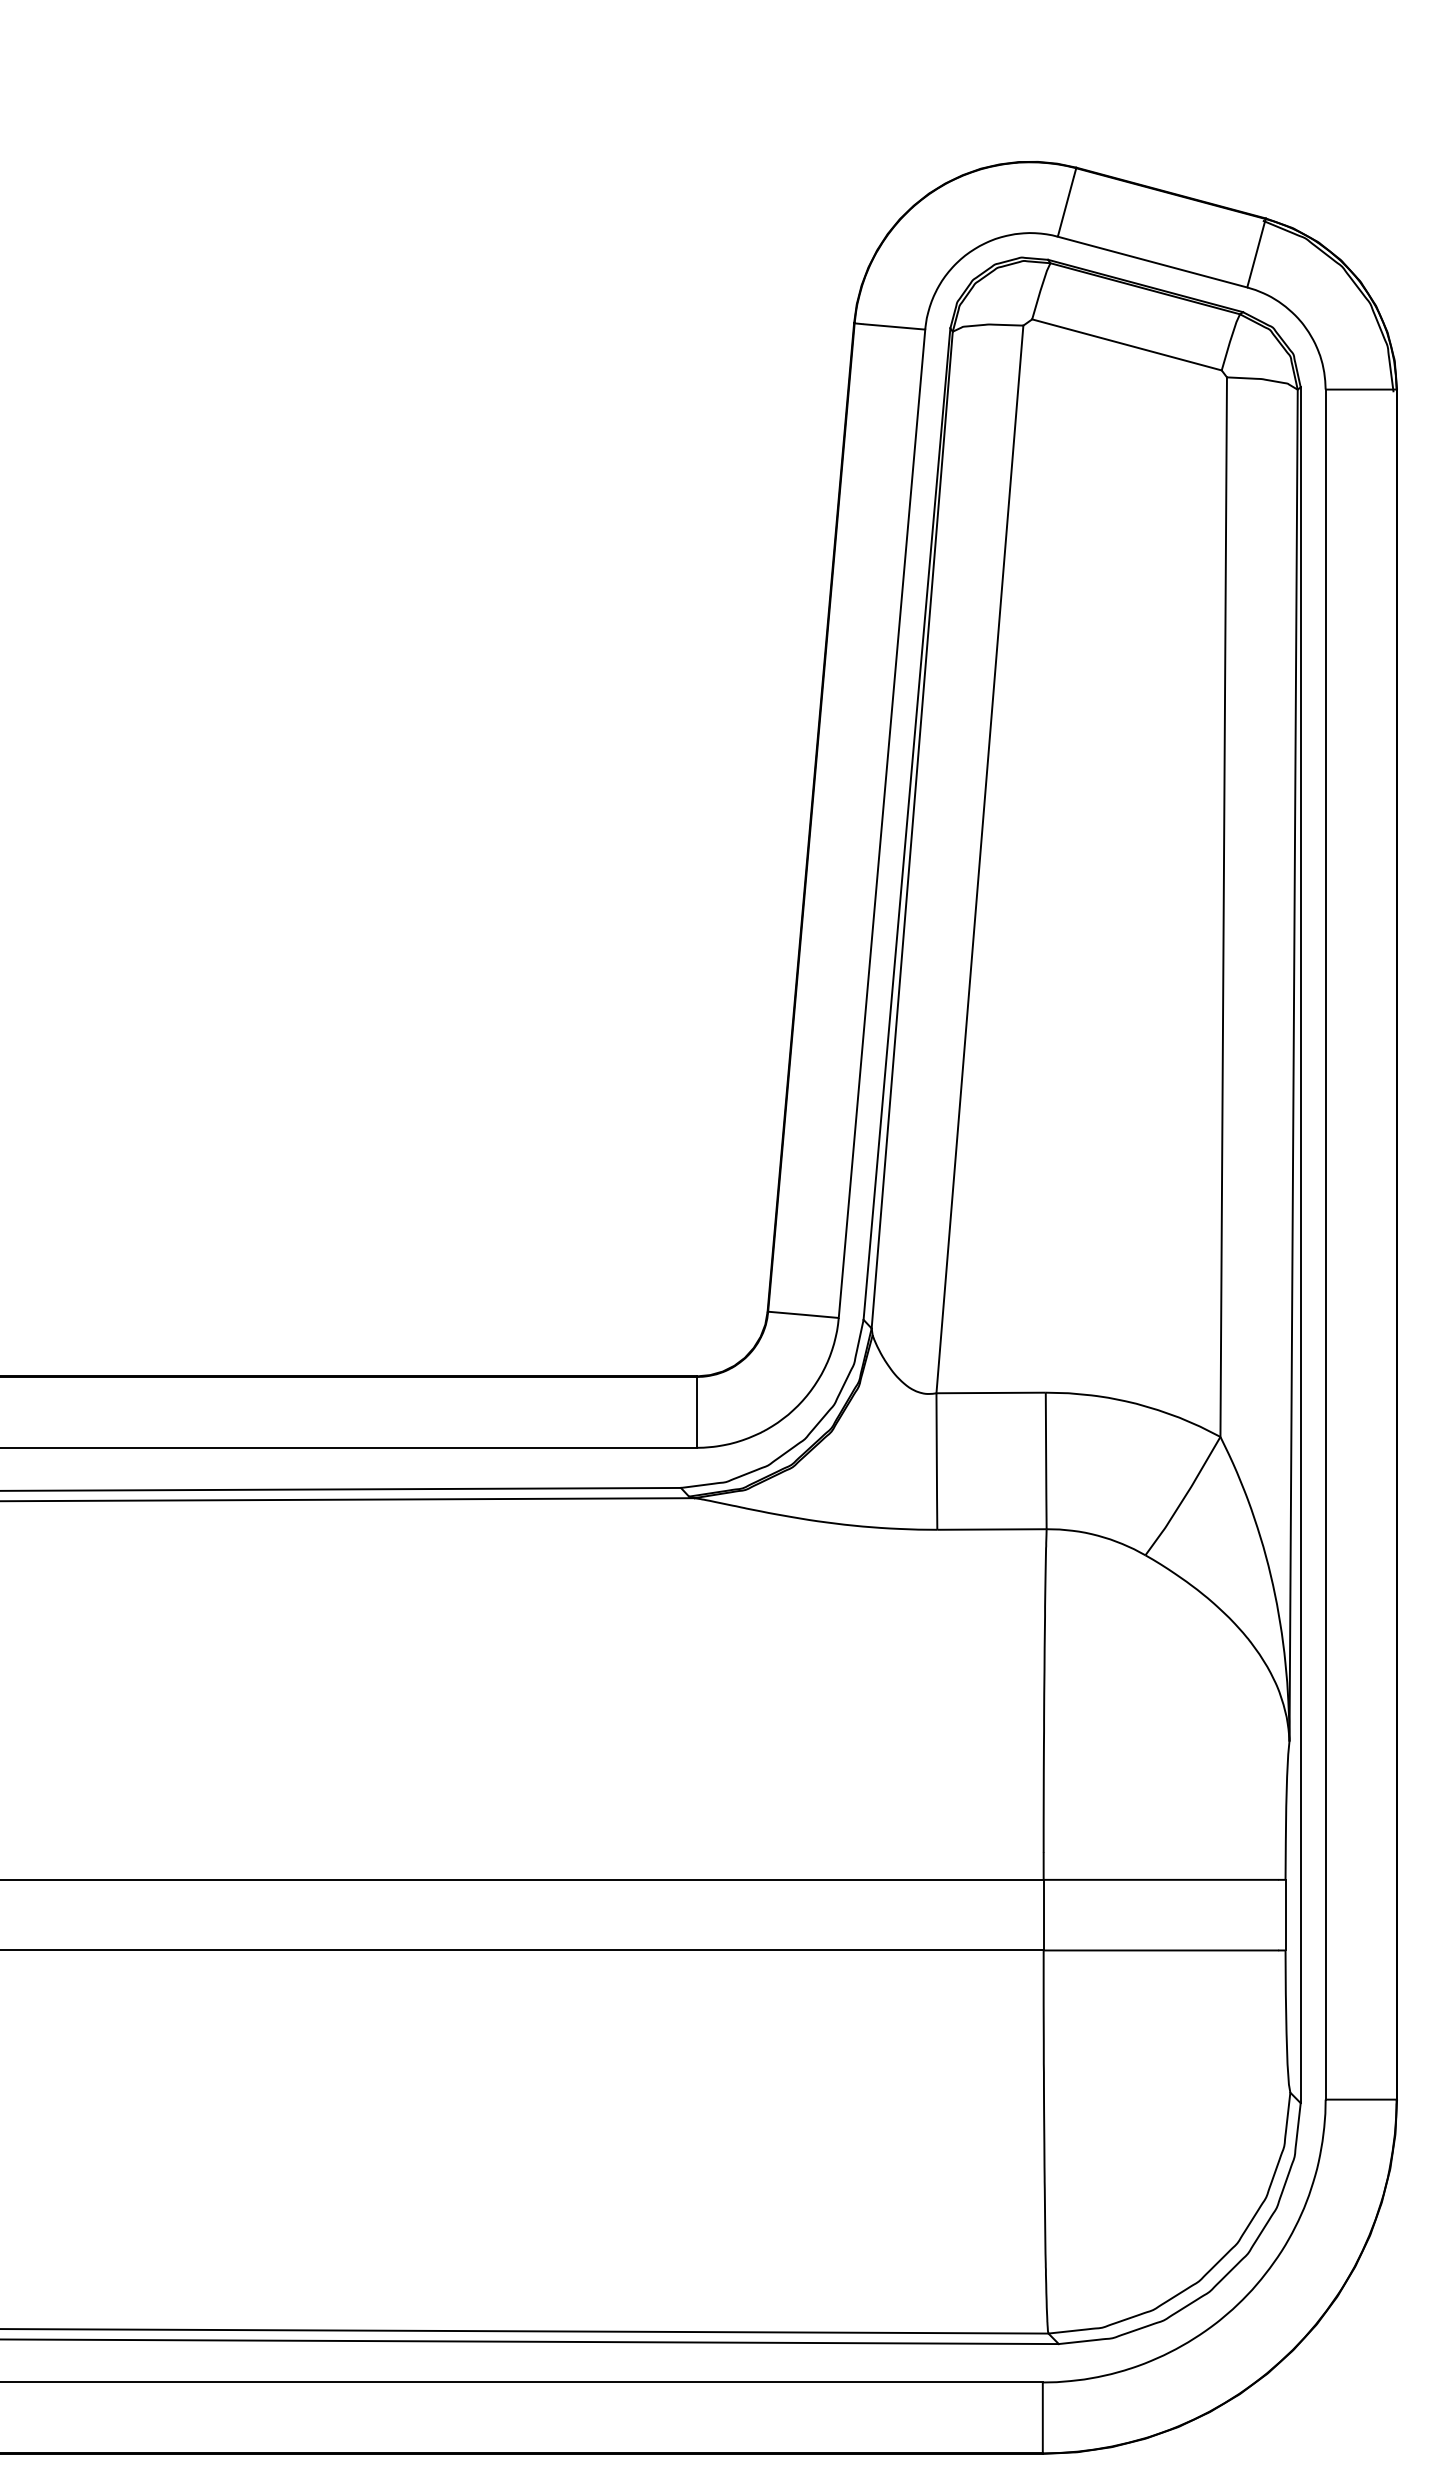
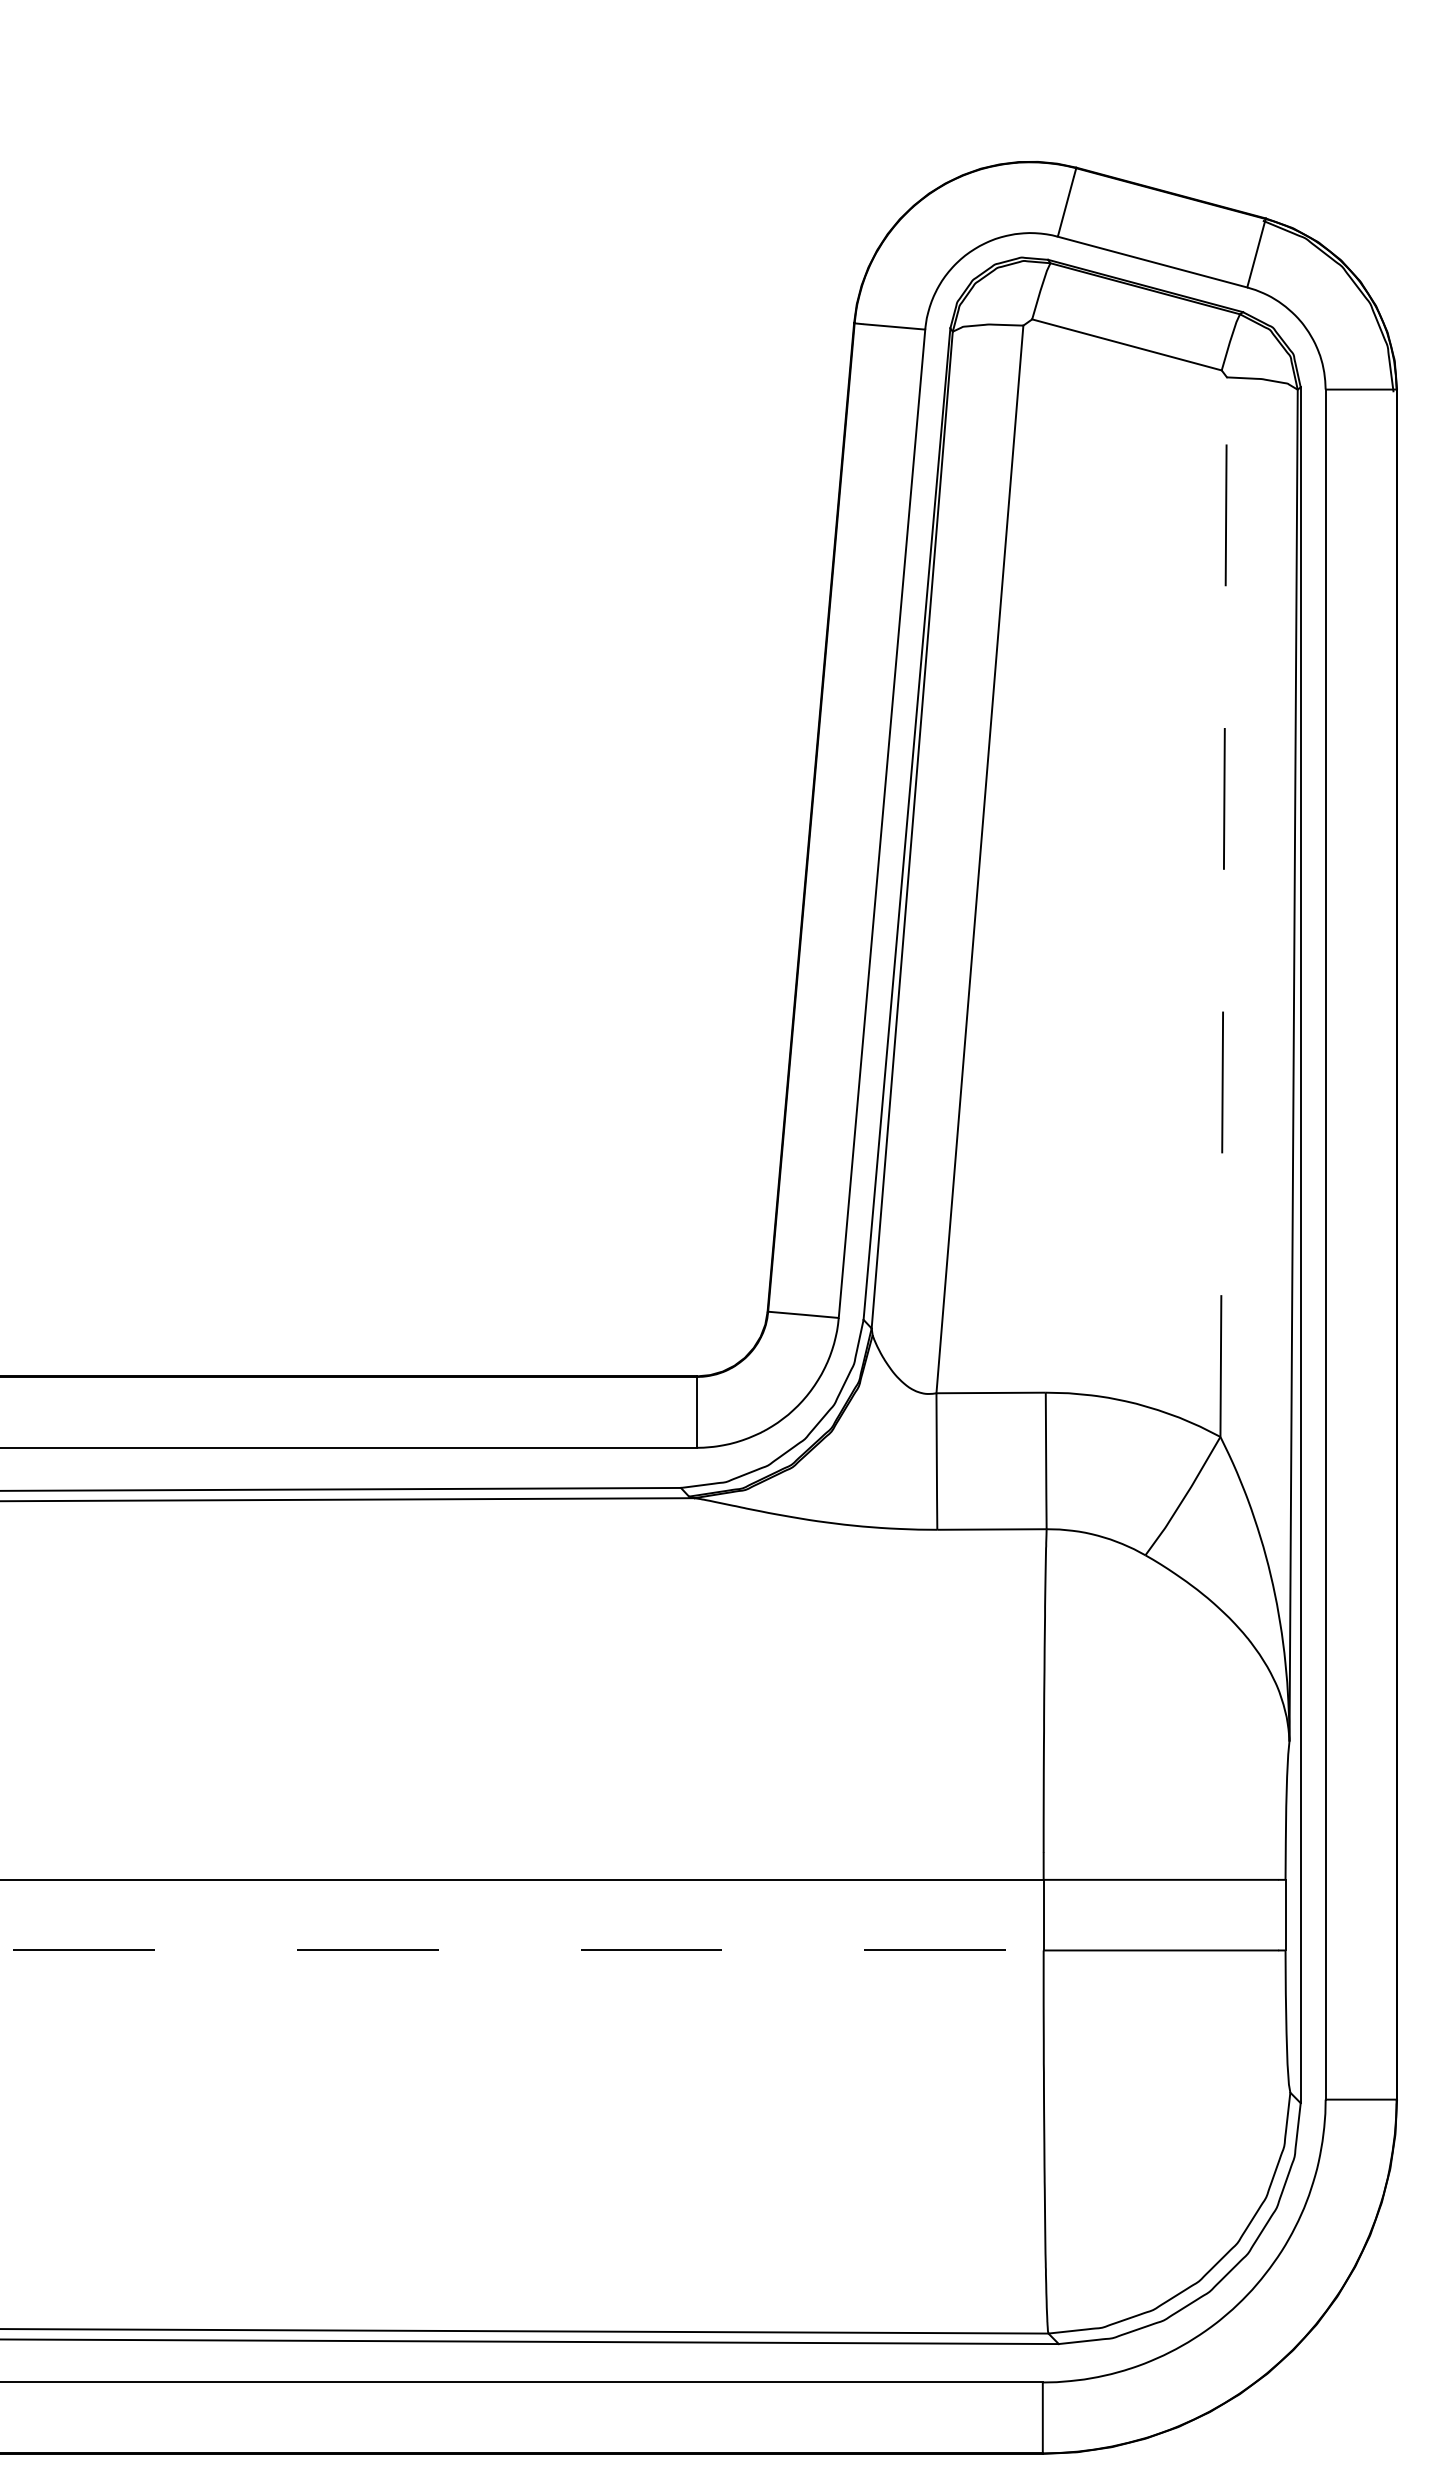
line at (1223, 907): solid -> dashed
line at (521, 1950): solid -> dashed
